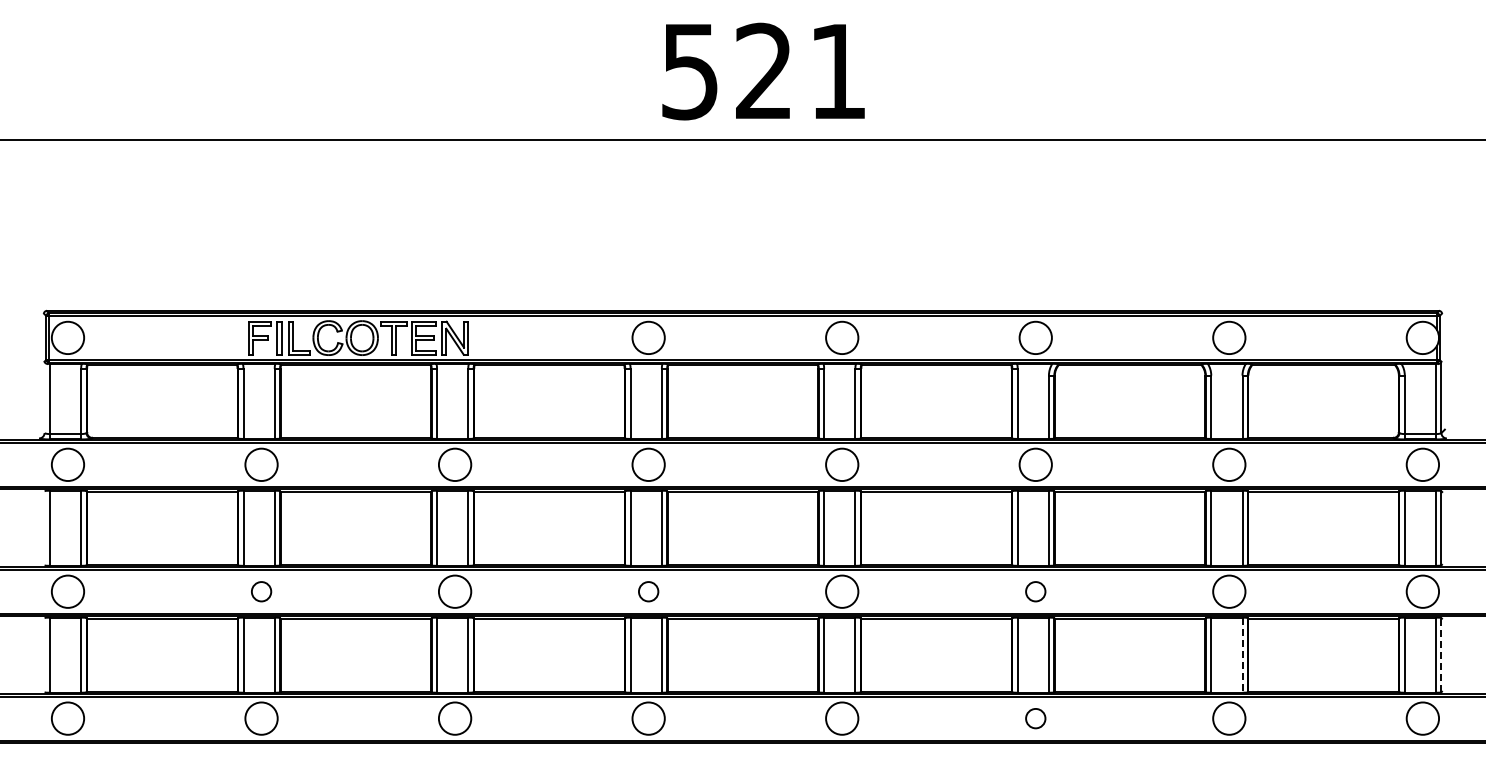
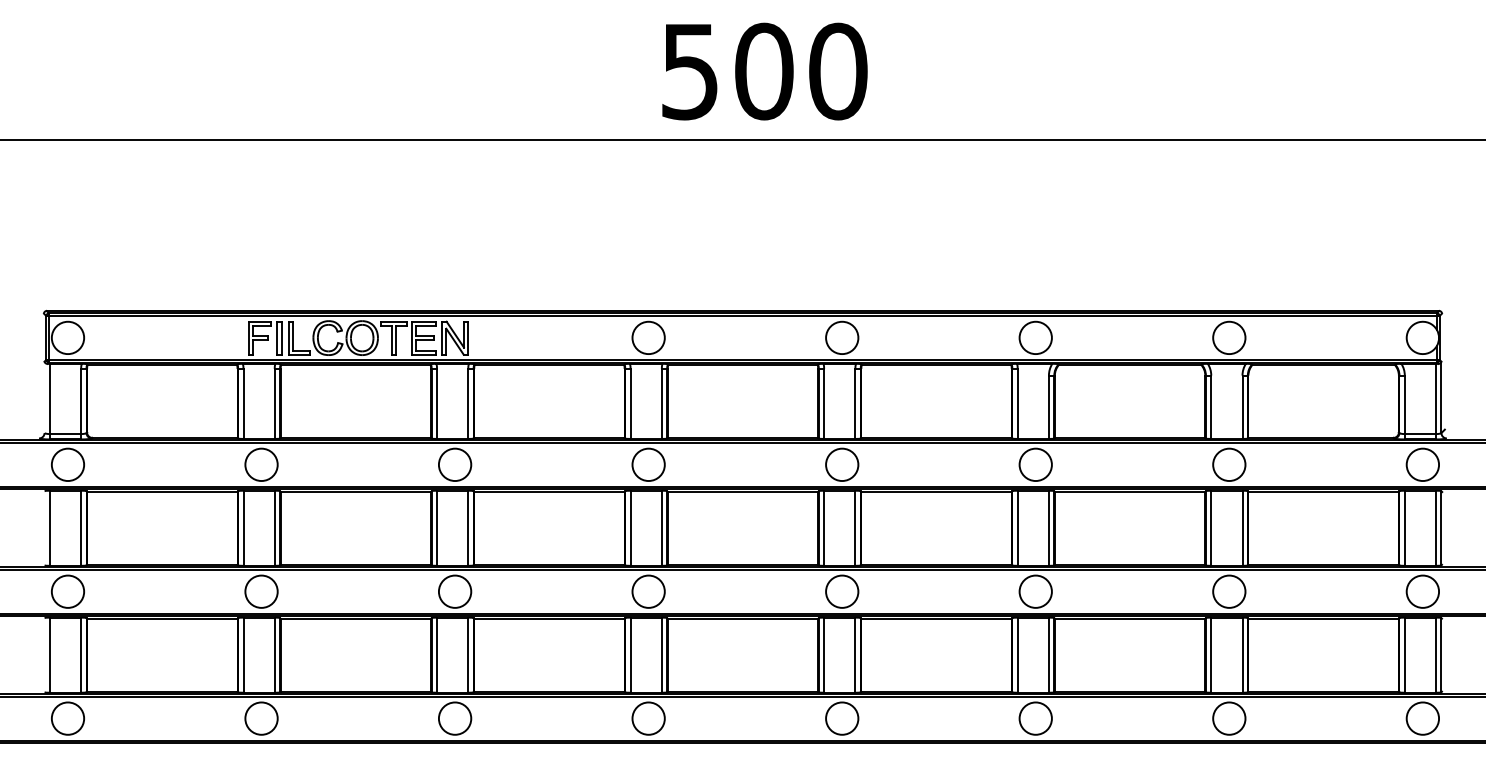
text at (801, 71): 521 -> 500
circle at (261, 591) diameter: 19 px -> 32 px
circle at (648, 591) diameter: 19 px -> 32 px
circle at (1035, 591) diameter: 19 px -> 32 px
line at (1441, 654): dashed -> solid
line at (1242, 655): dashed -> solid
circle at (1035, 718) diameter: 19 px -> 32 px
